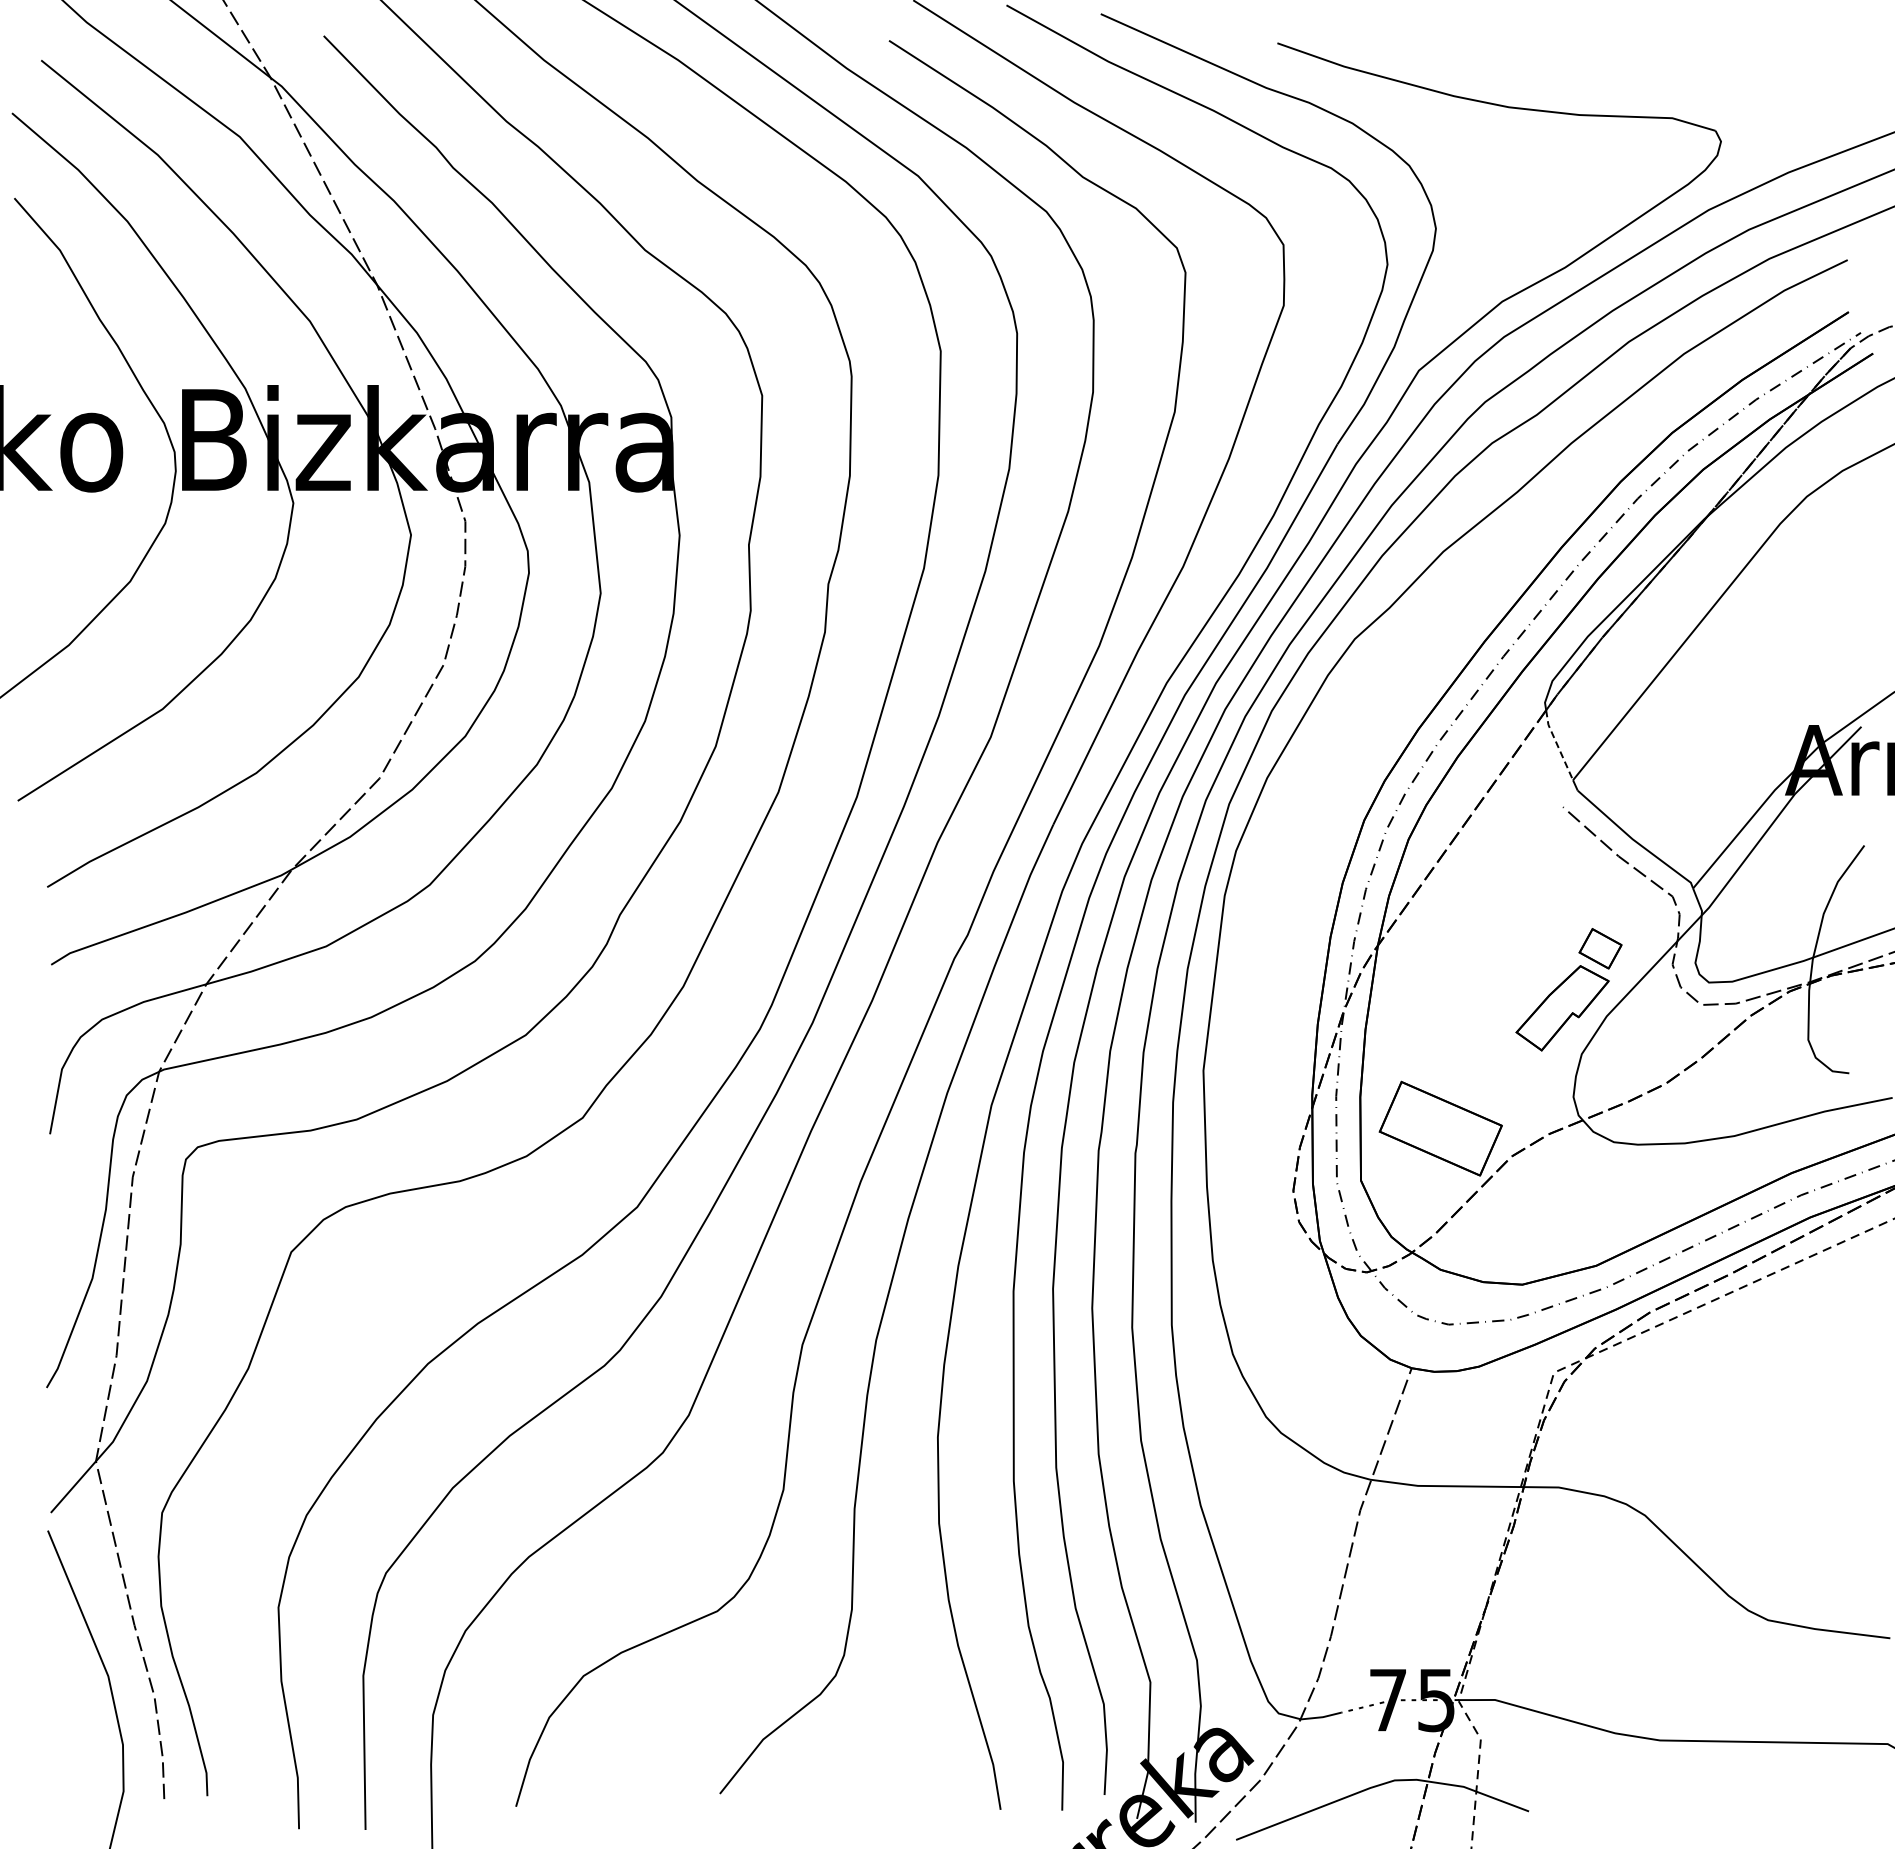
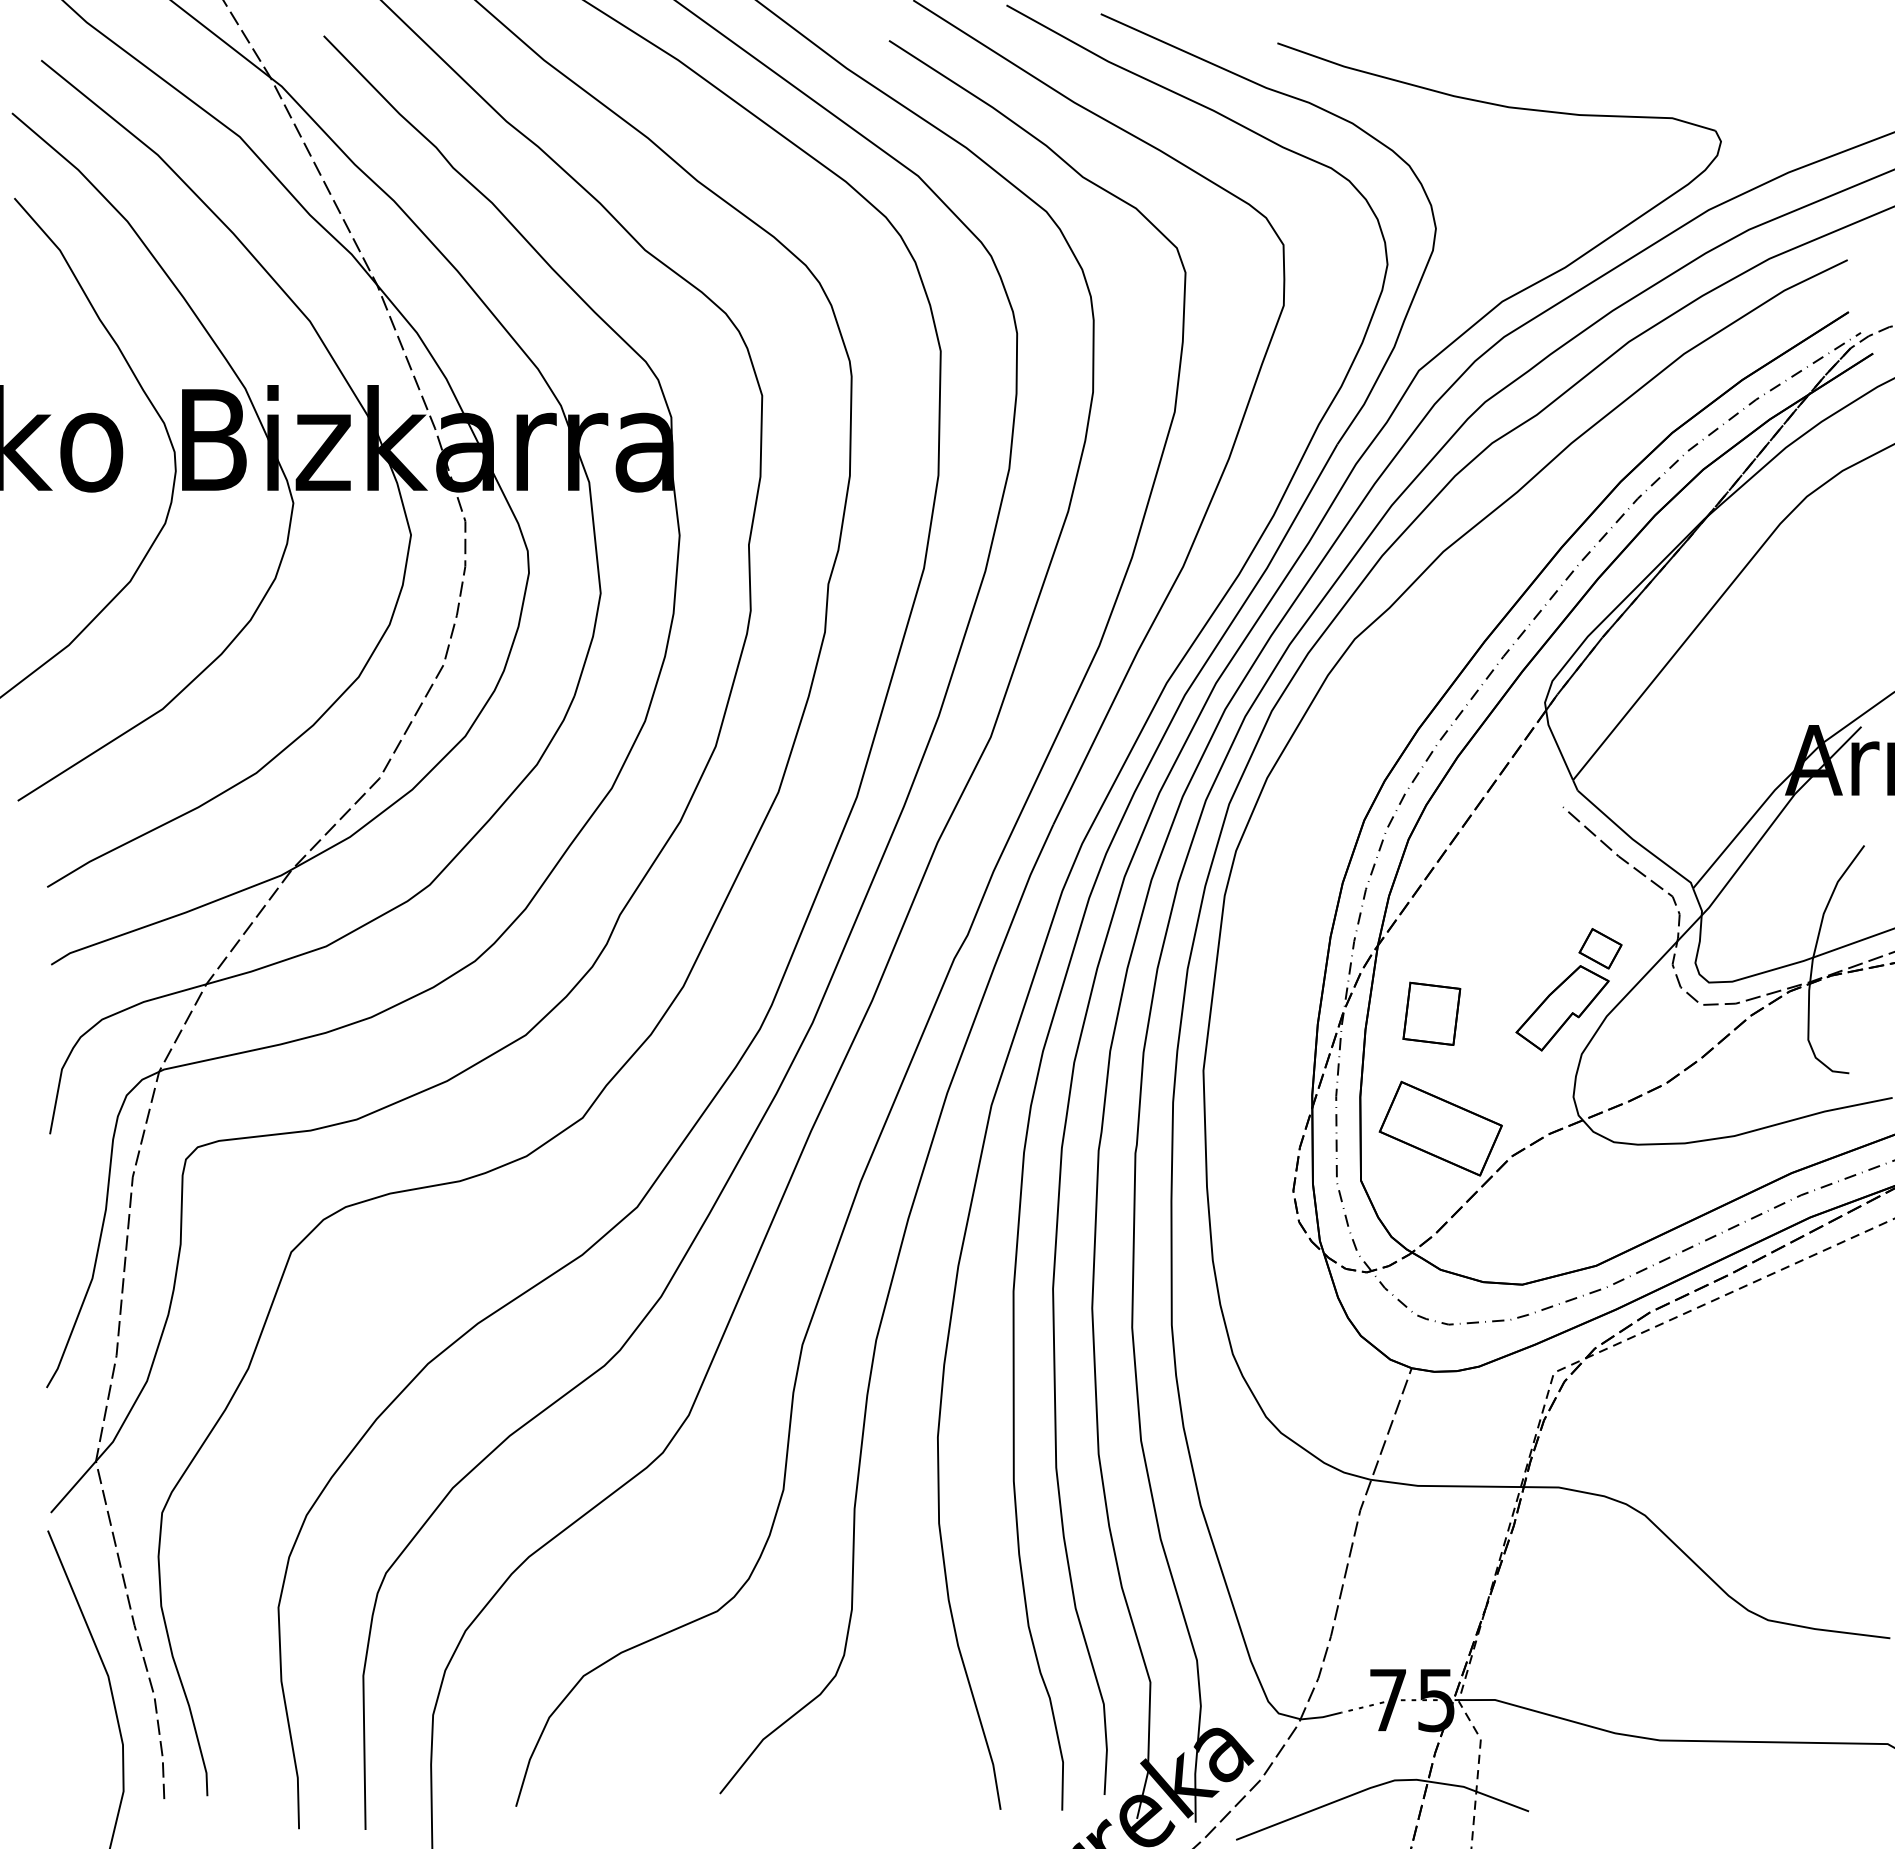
line at (1557, 745): dashed -> solid
part at (1431, 1013): none -> present
